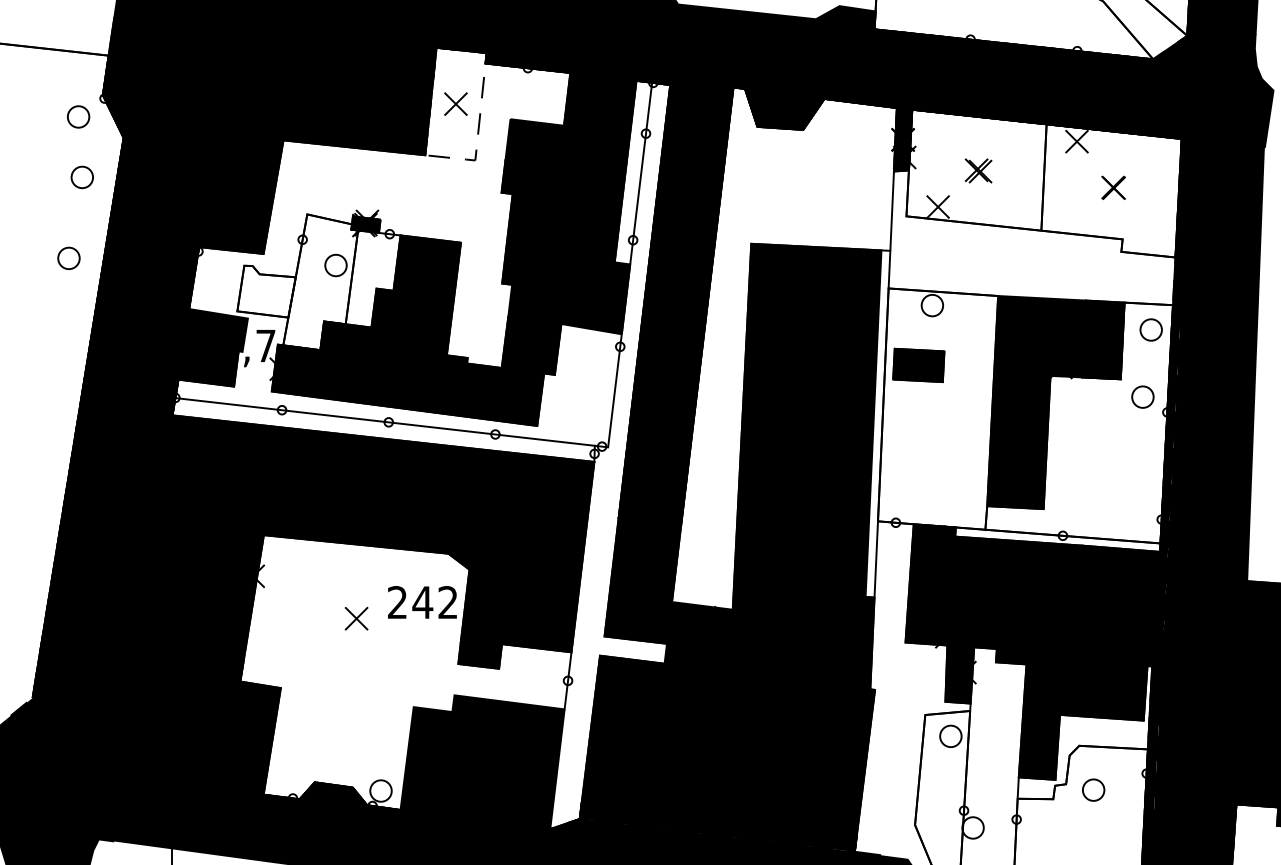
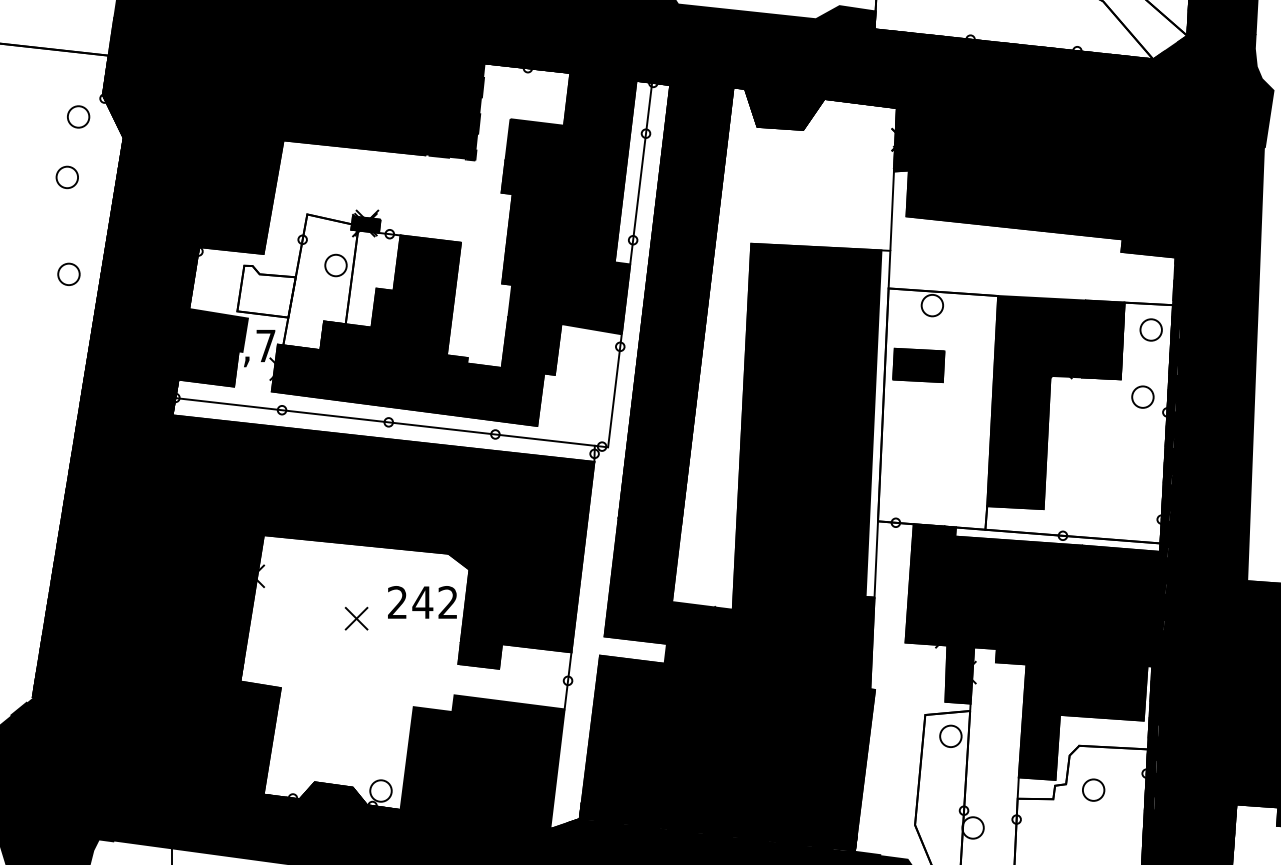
fill at (455, 103): none -> present
circle at (81, 177) position: (81, 177) -> (66, 177)
fill at (1043, 183): none -> present
circle at (68, 257) position: (68, 257) -> (68, 273)
